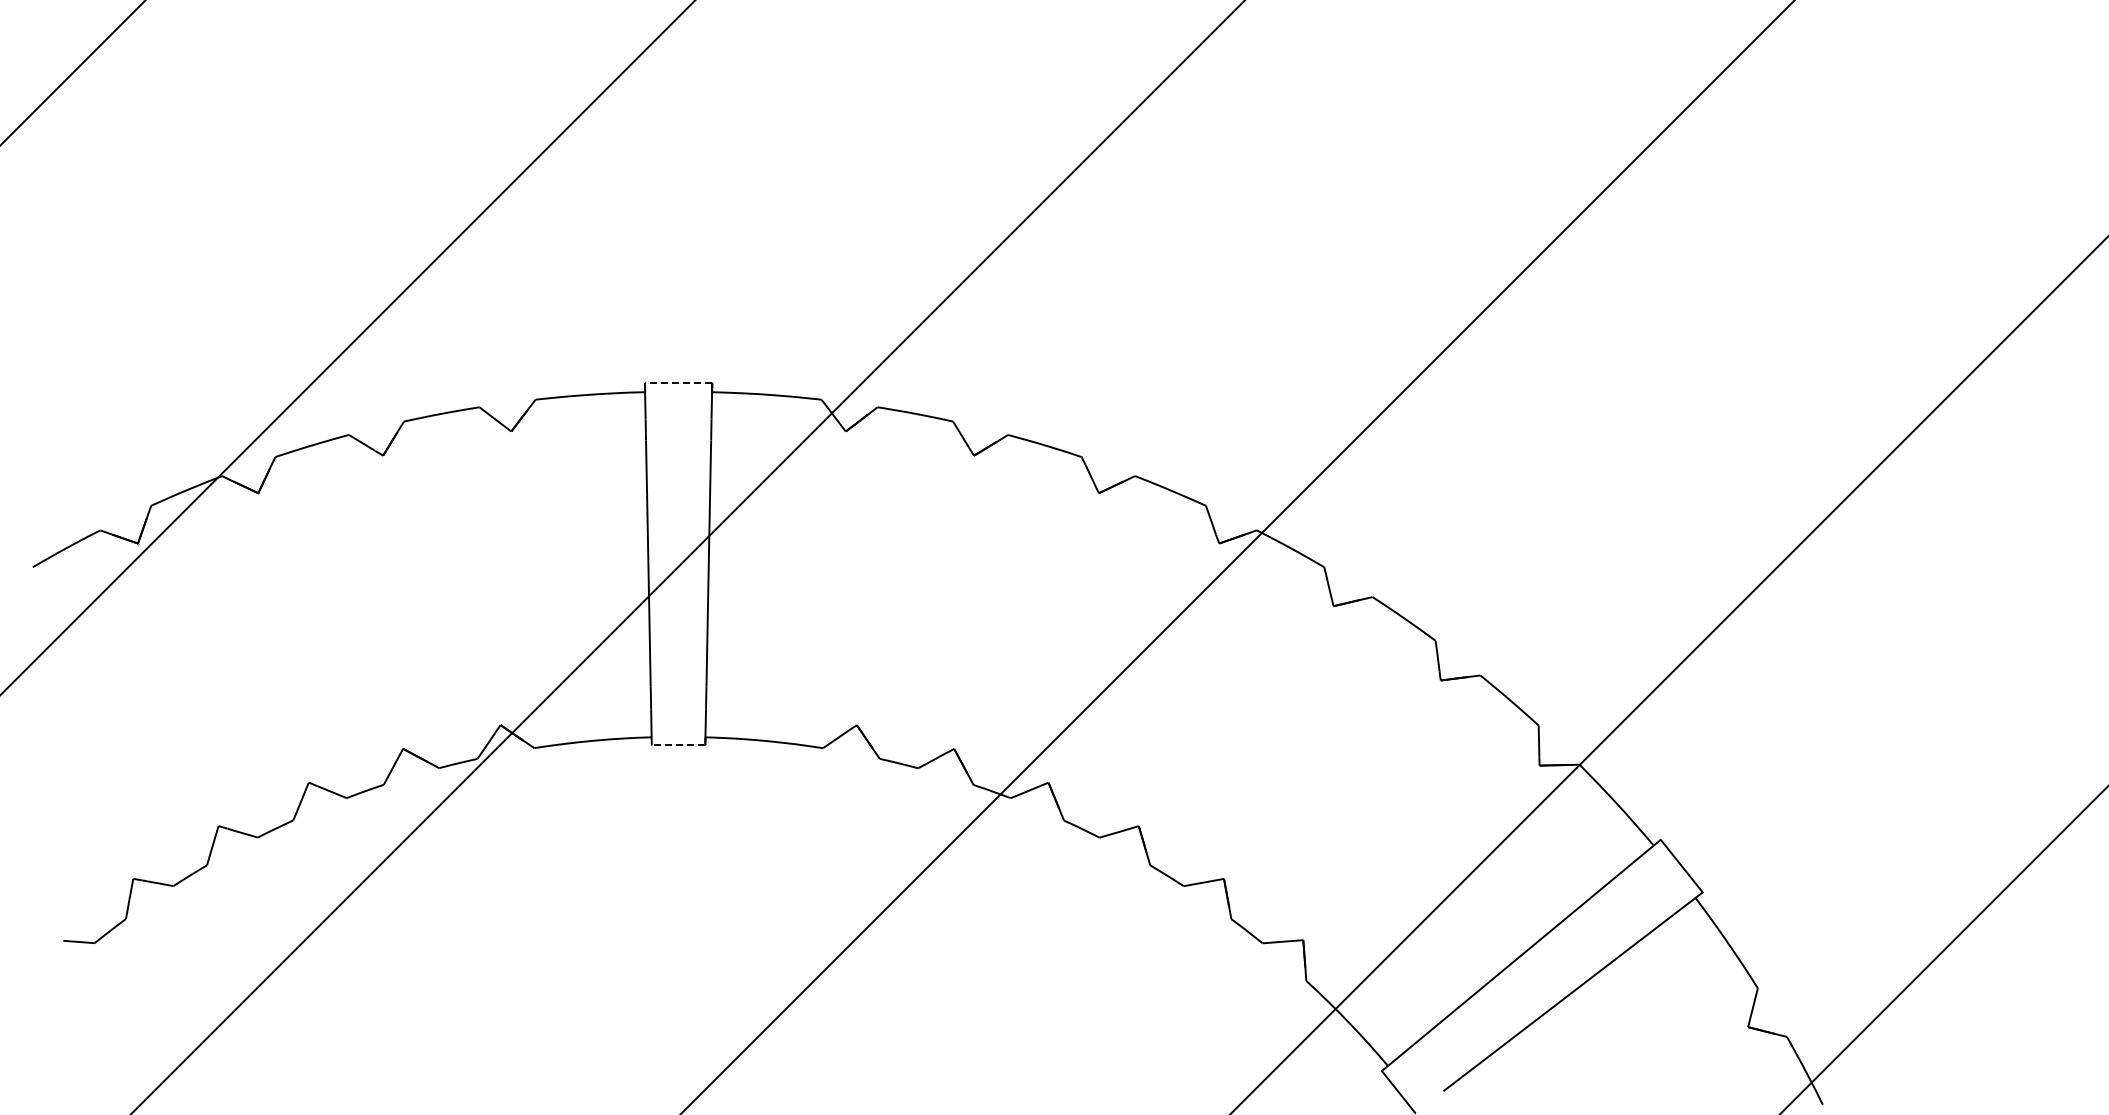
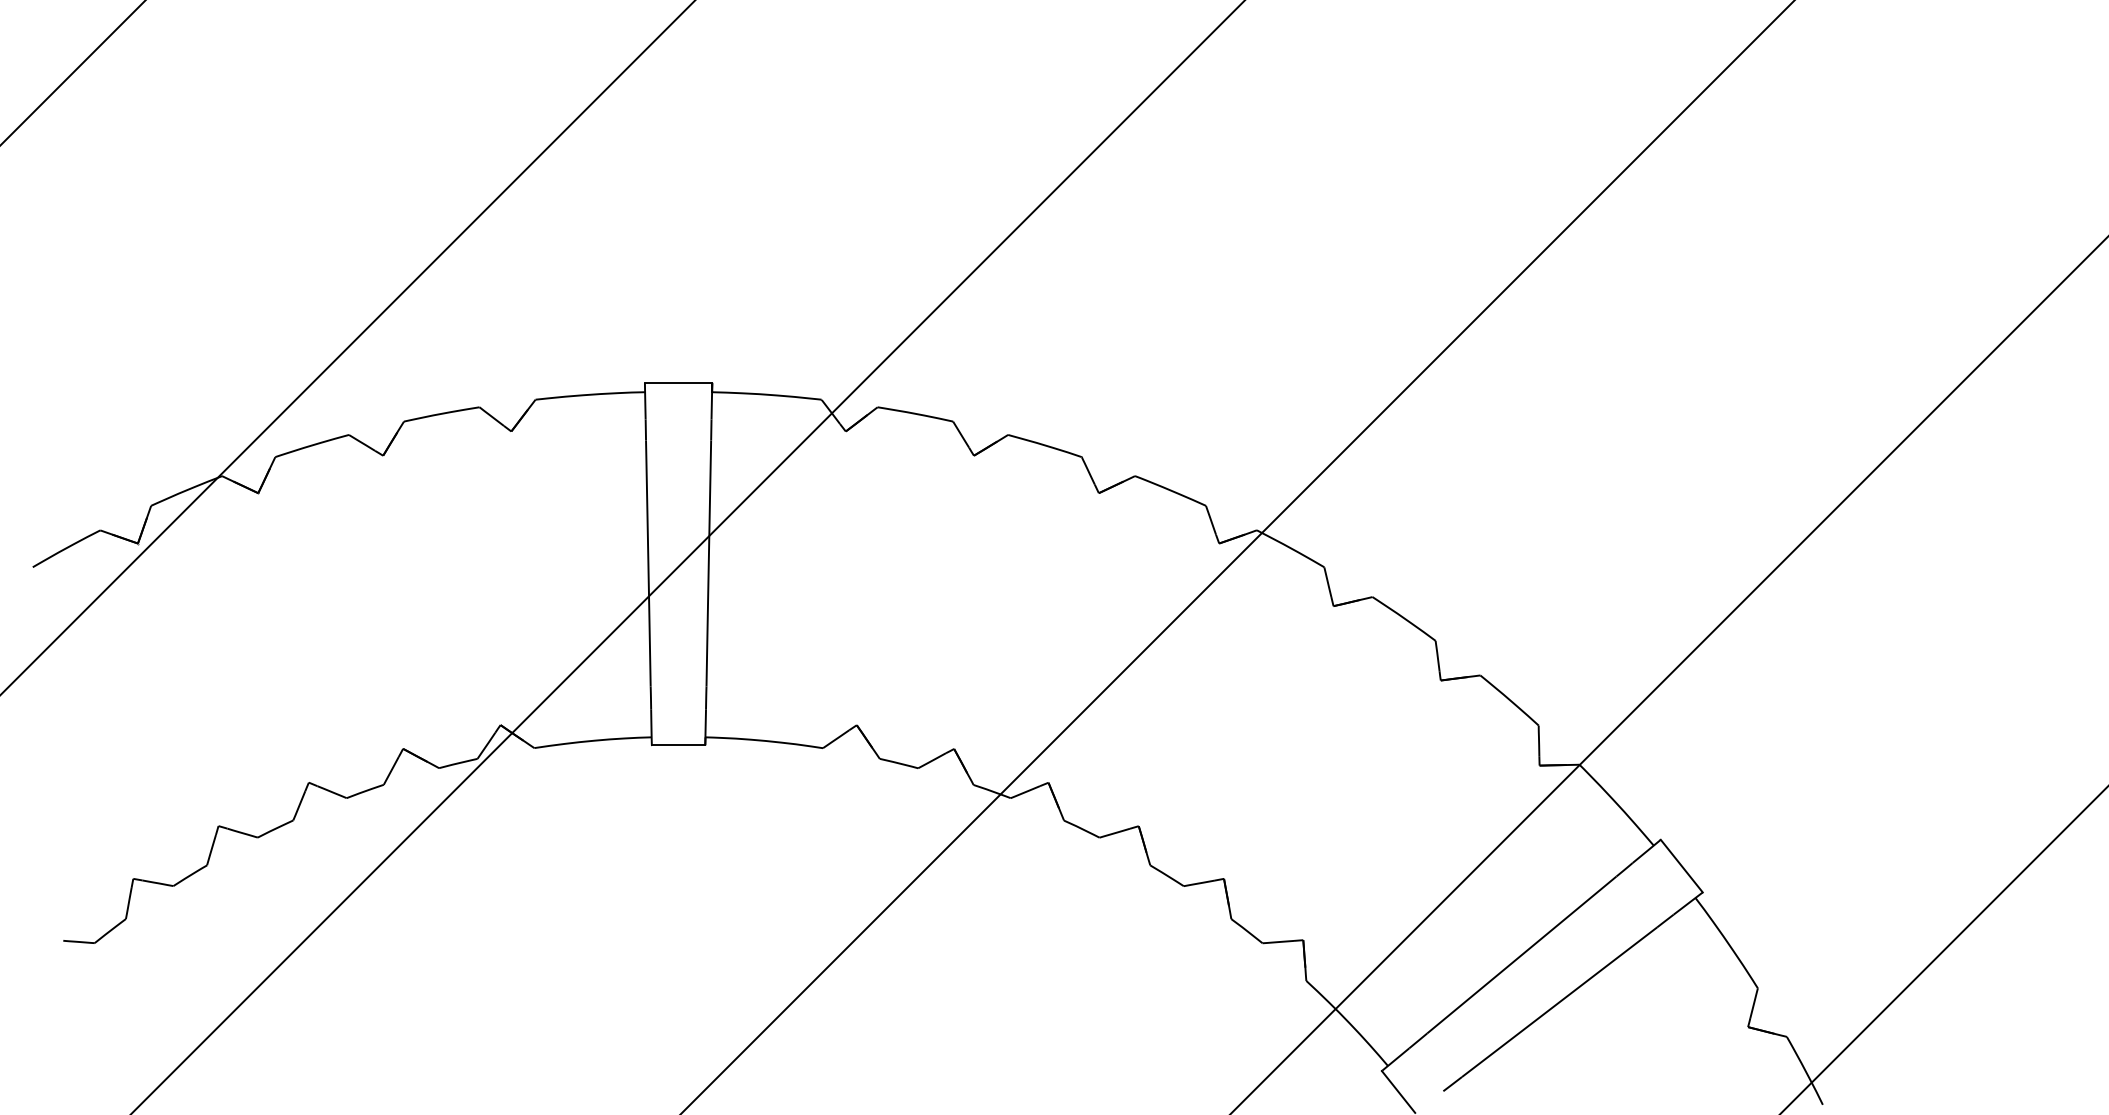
line at (678, 382): dashed -> solid
line at (678, 745): dashed -> solid
